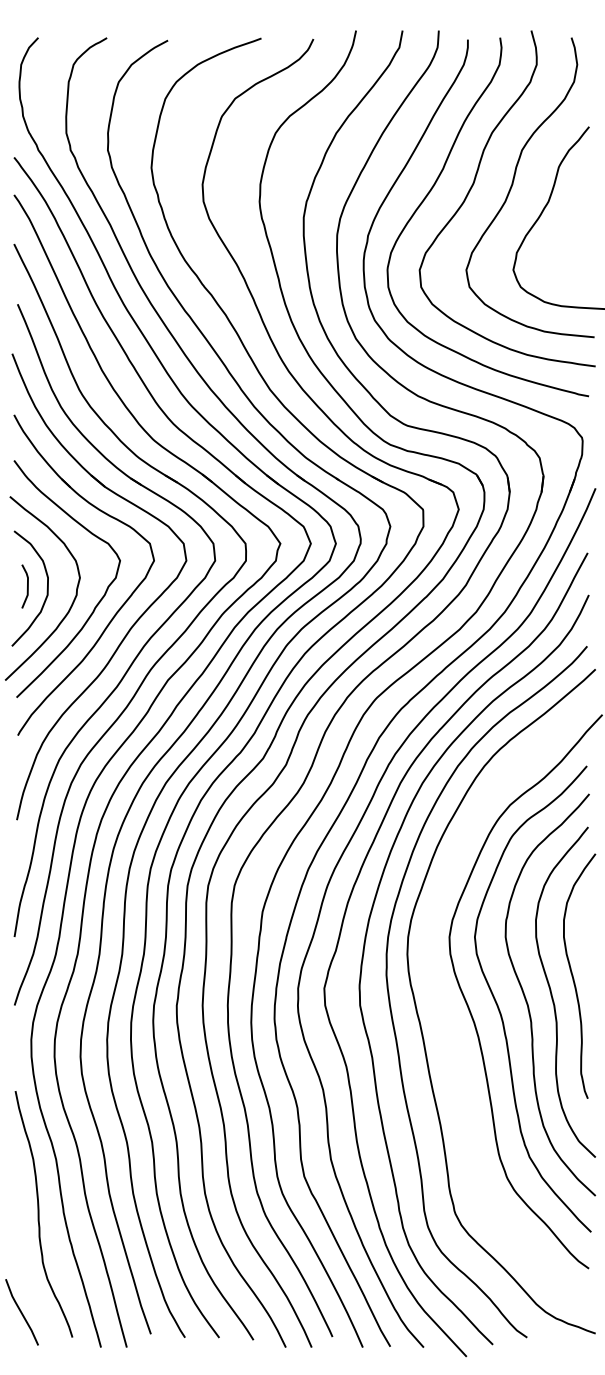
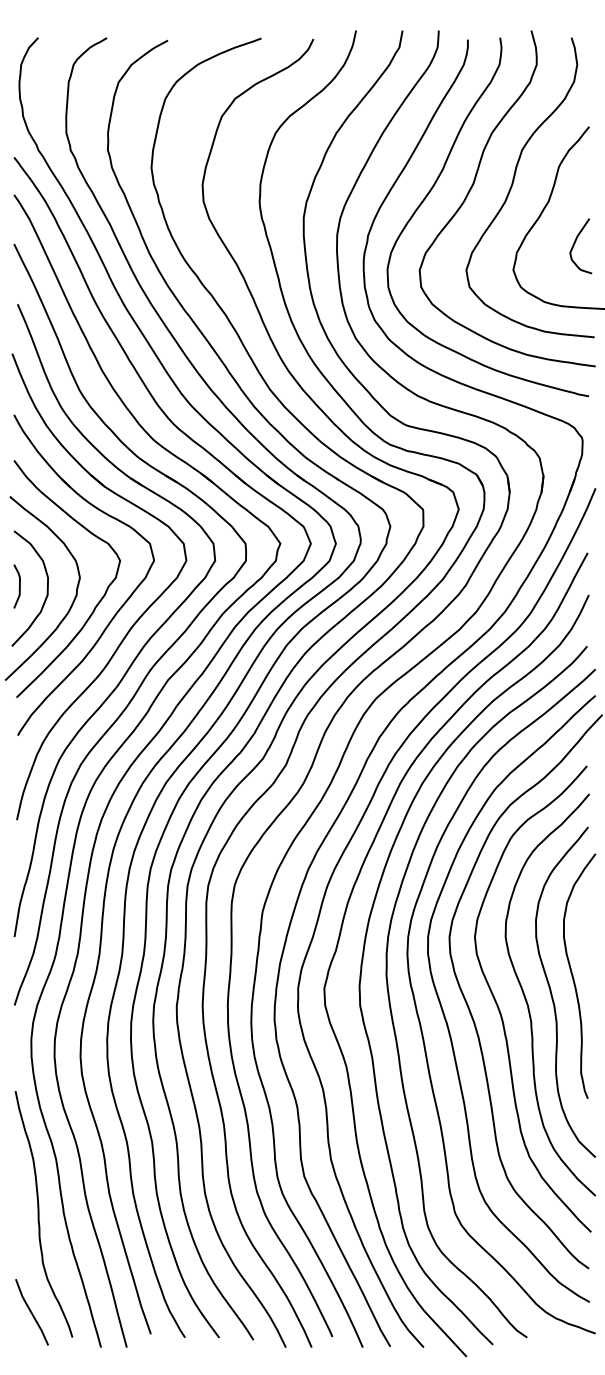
curve at (575, 243): none -> present
line at (27, 586) position: (27, 586) -> (19, 586)
curve at (446, 1018): none -> present
line at (21, 1312) position: (21, 1312) -> (31, 1312)
